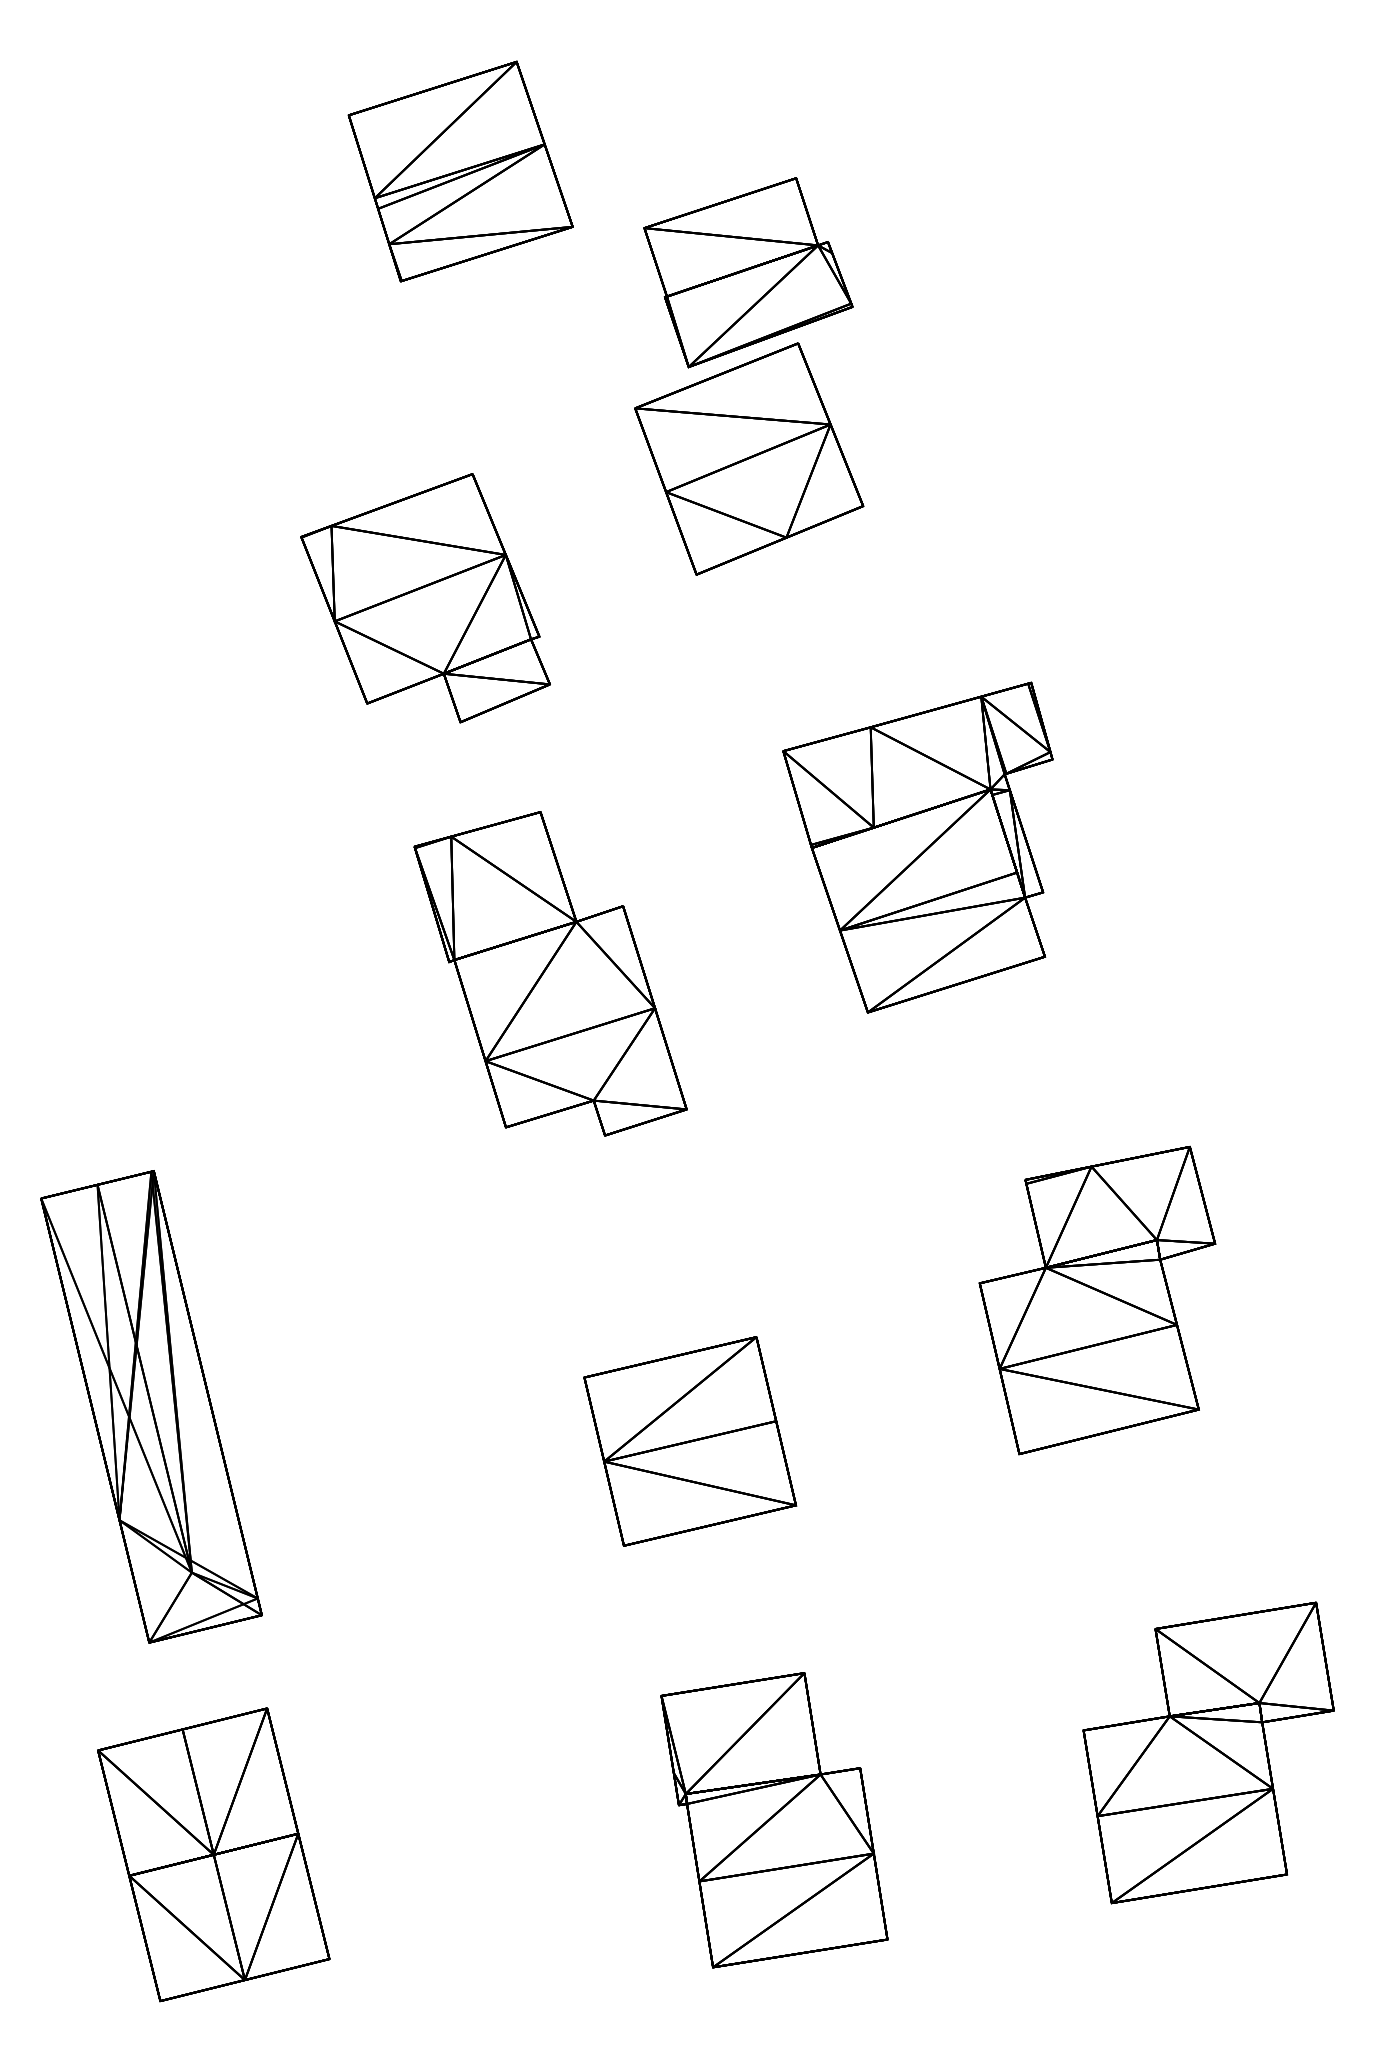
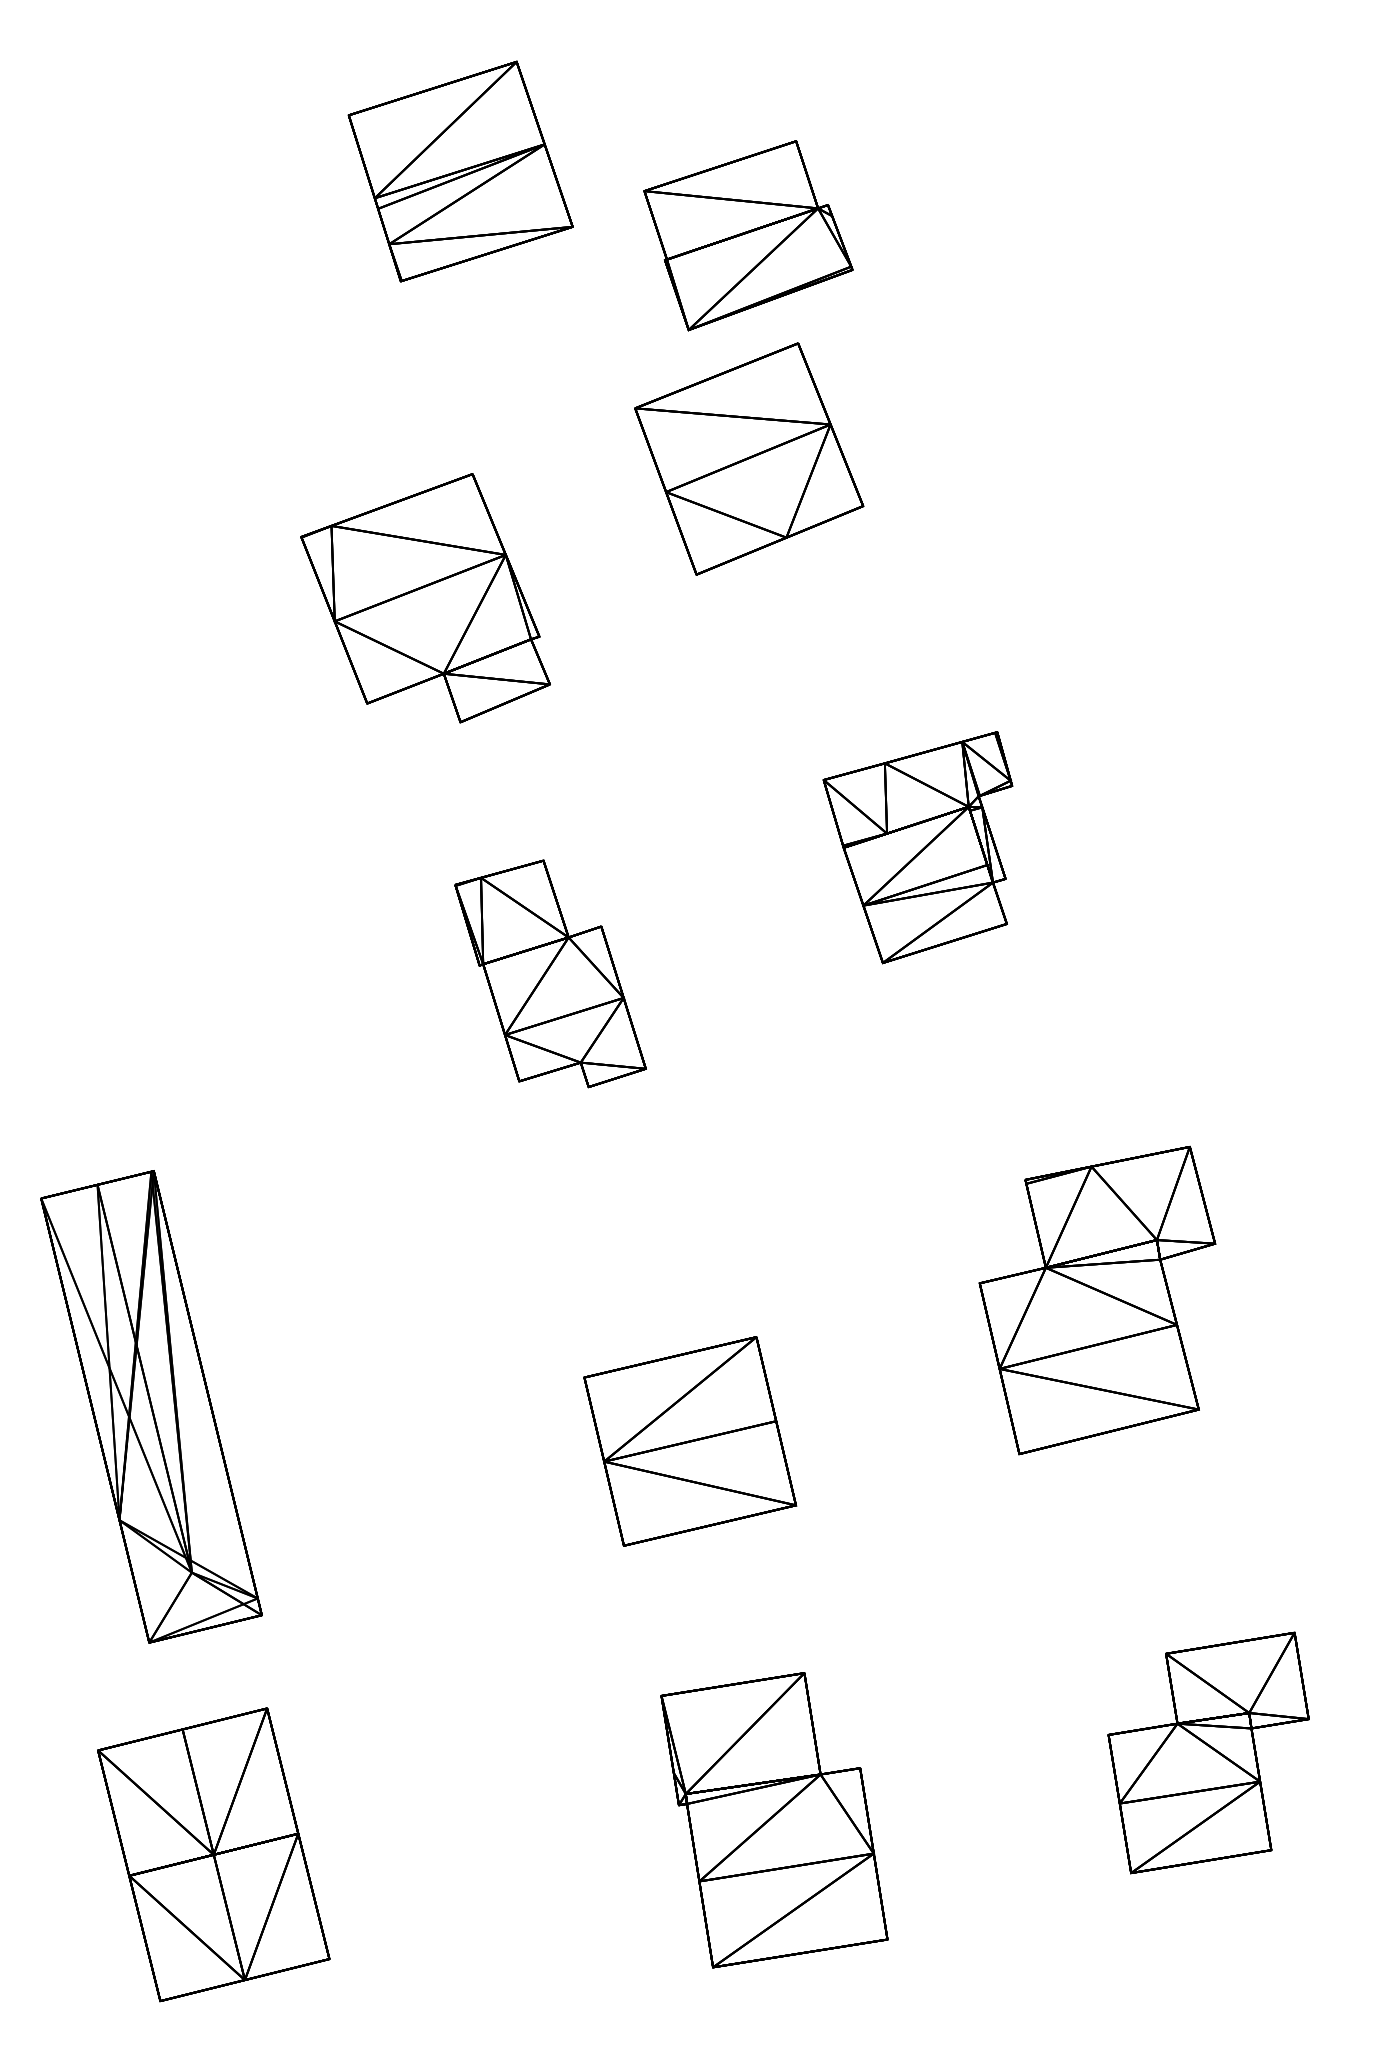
part at (748, 272) position: (748, 272) -> (748, 235)
part at (917, 847) size: 272x333 px -> 192x234 px
part at (550, 973) size: 275x326 px -> 193x230 px
part at (1208, 1752) size: 253x304 px -> 203x244 px
